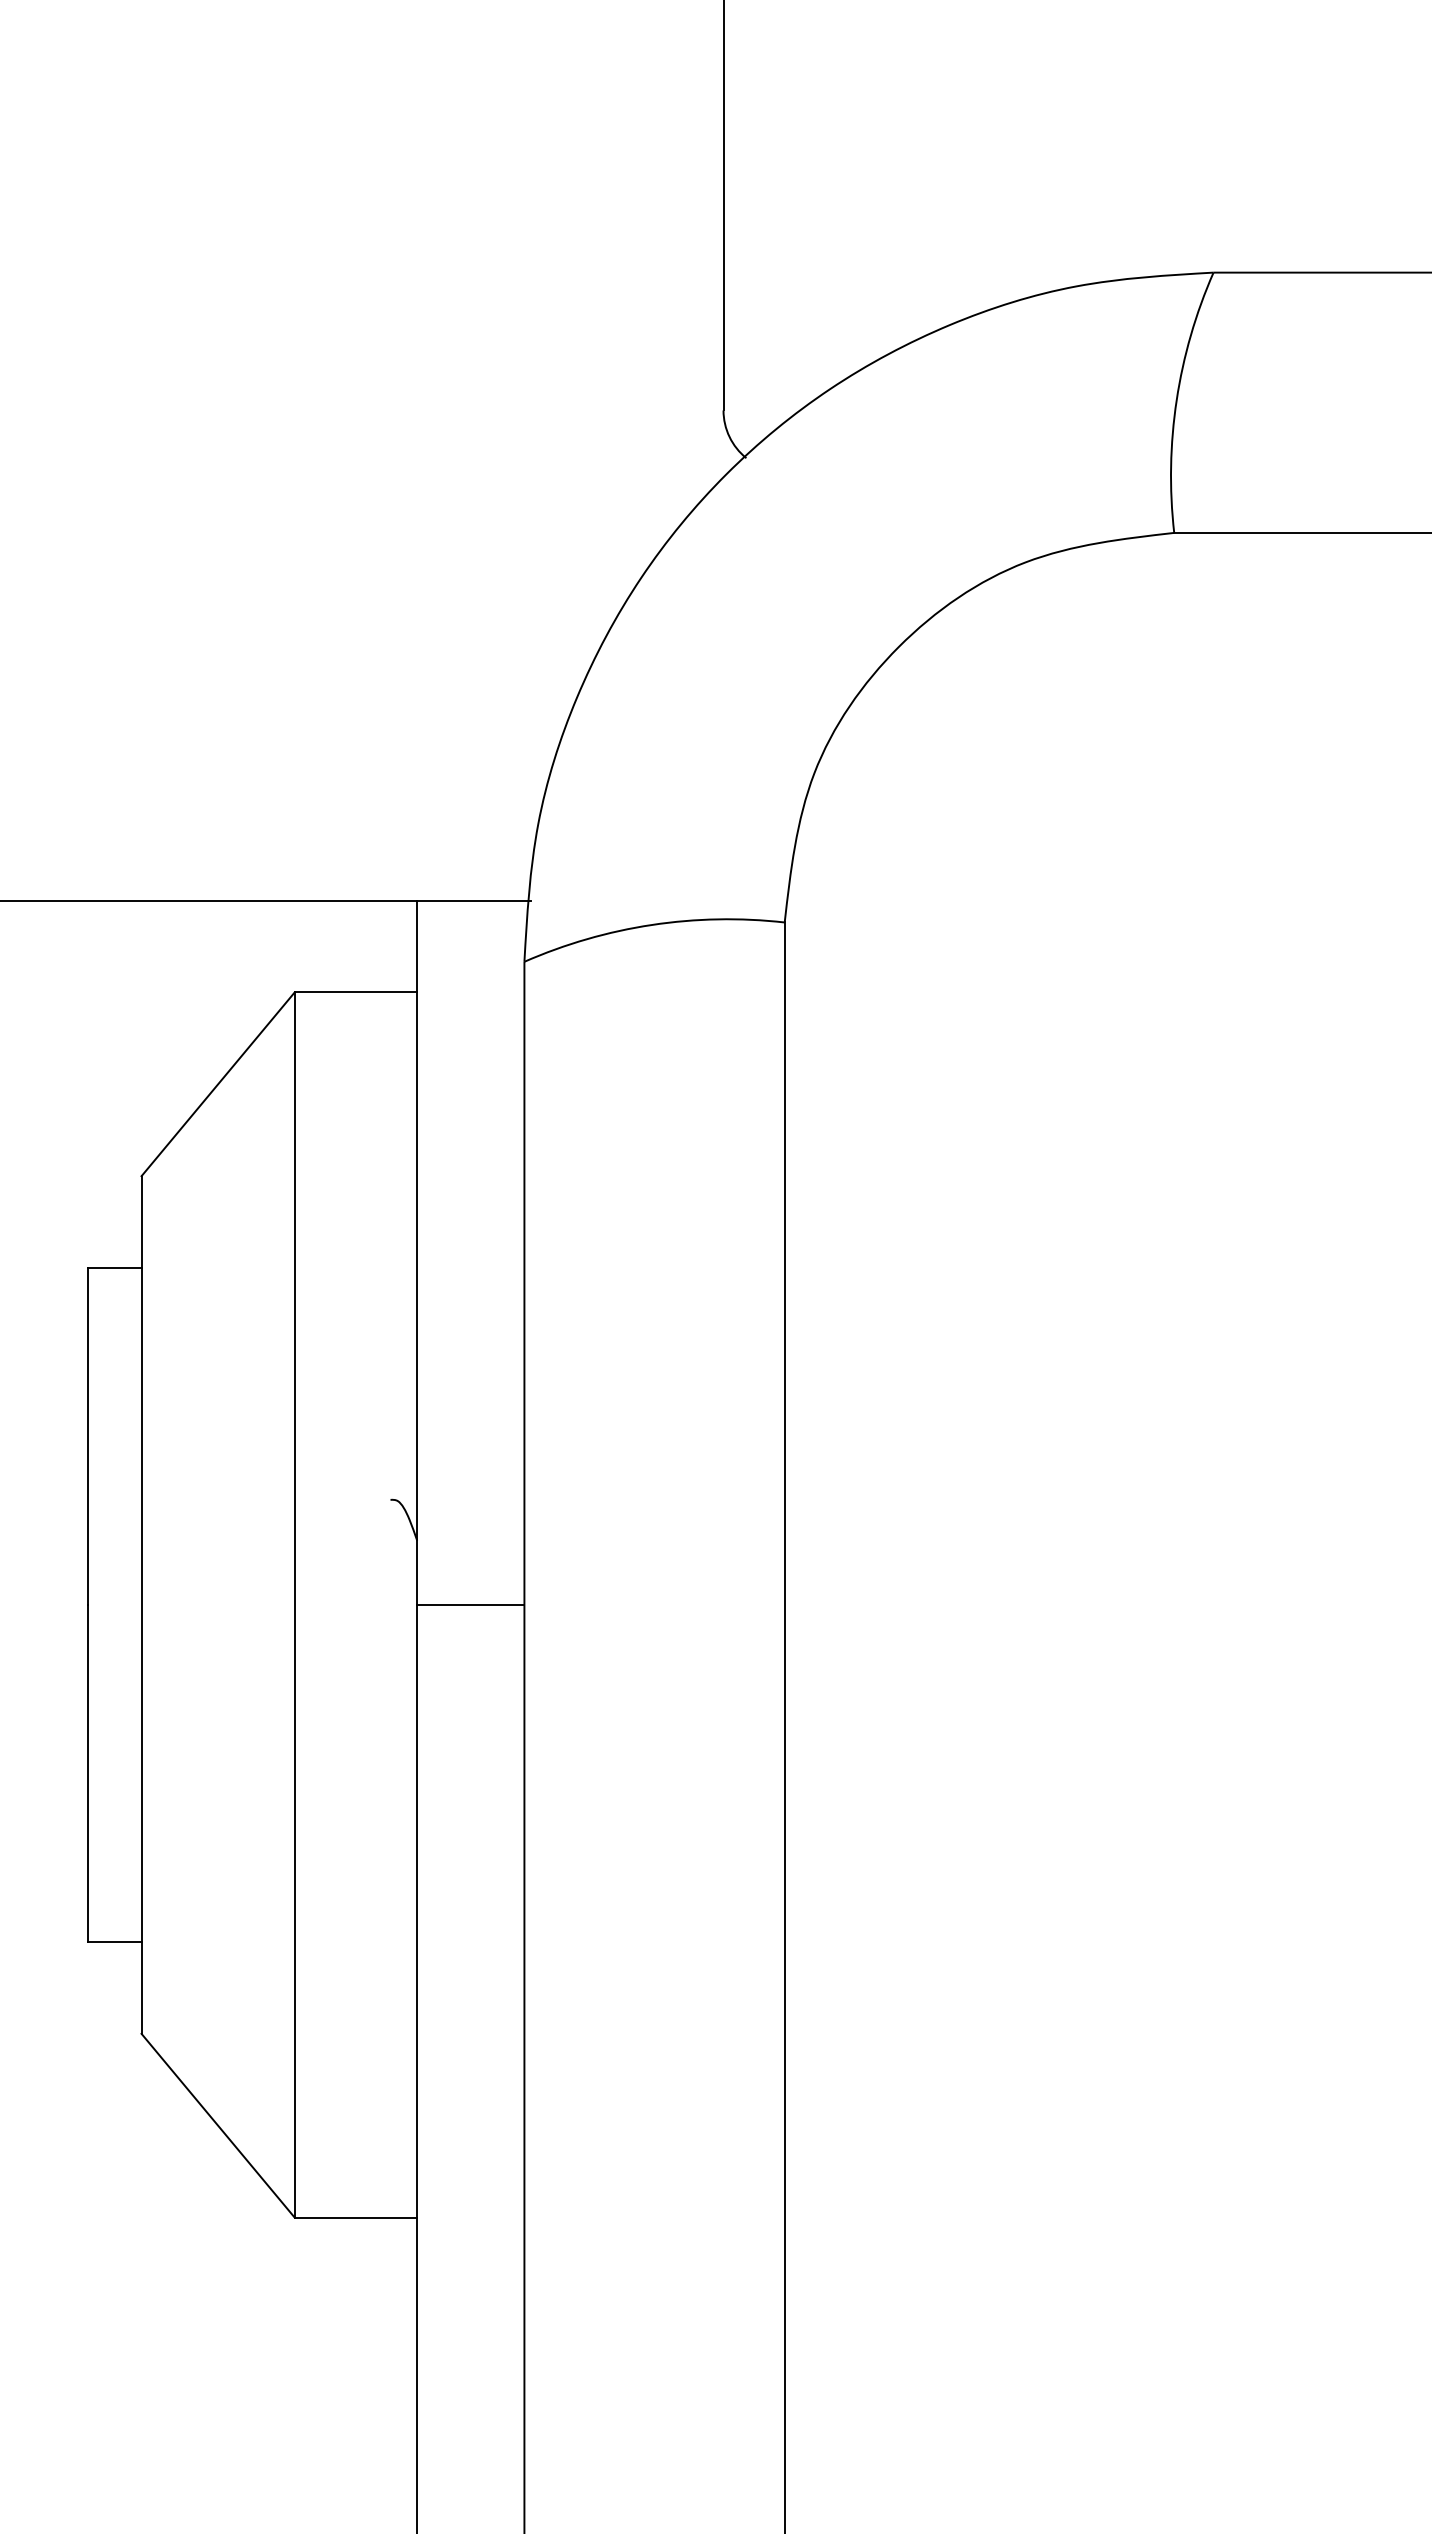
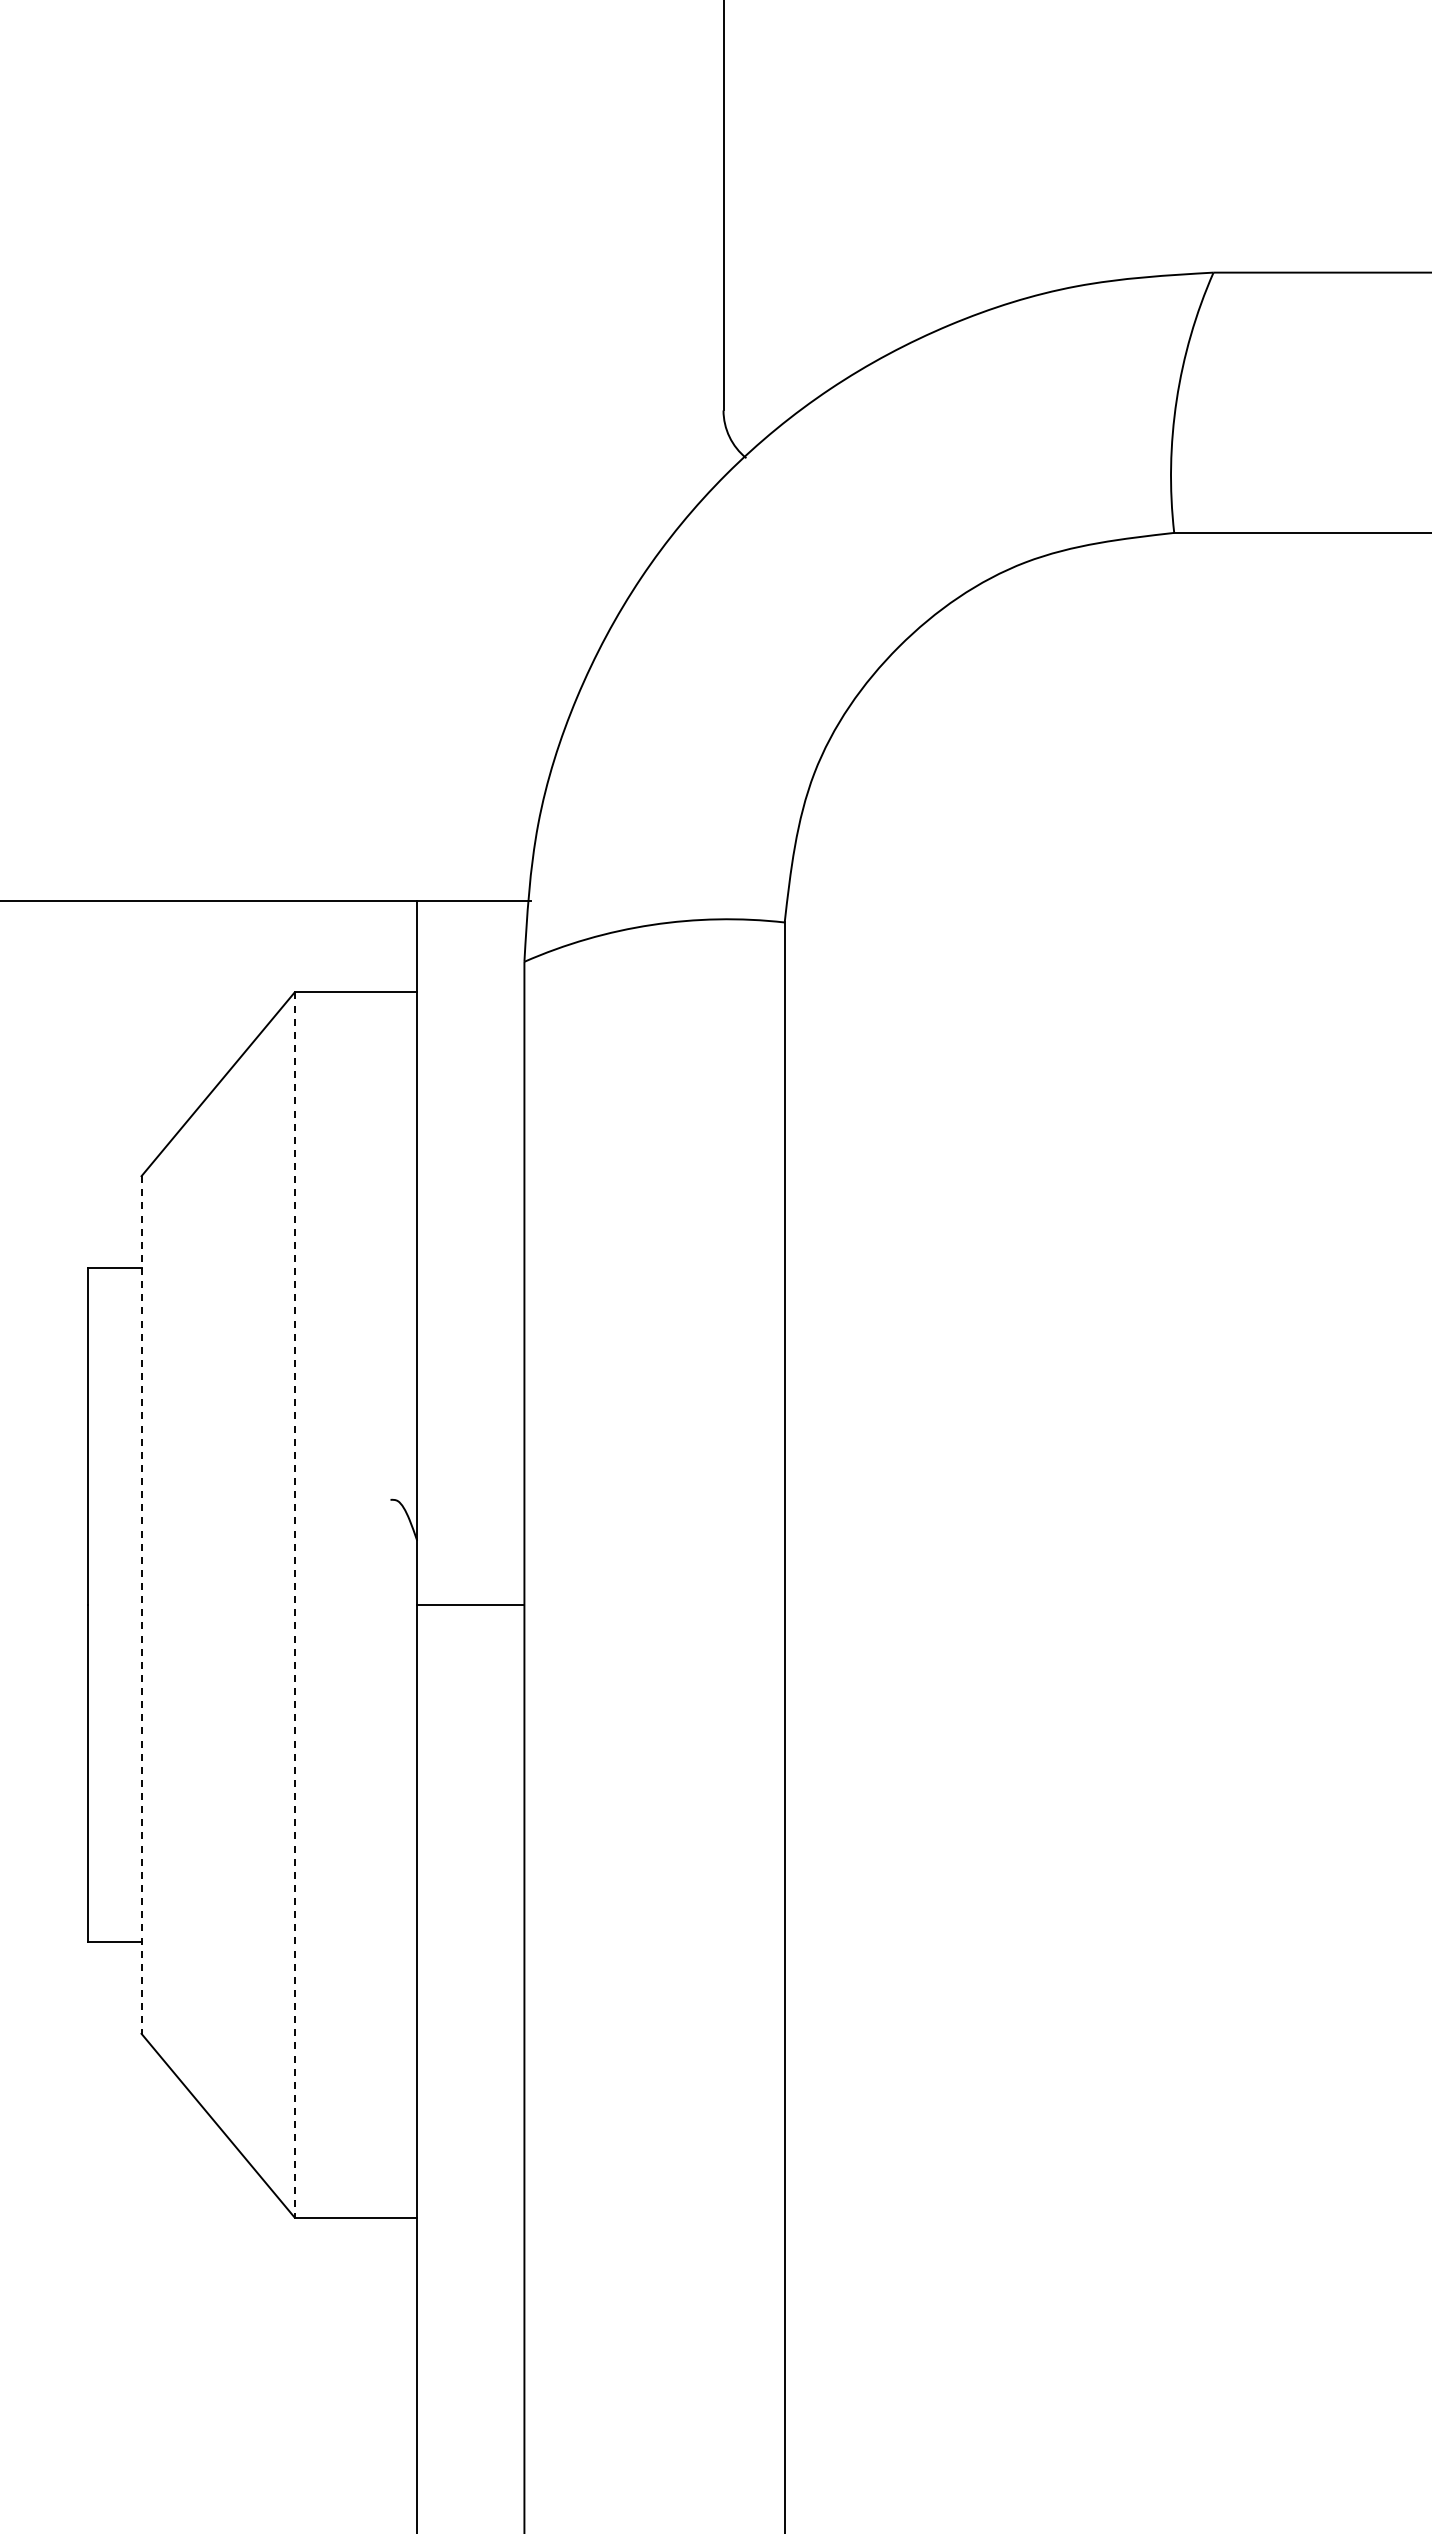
line at (141, 1605): solid -> dashed
line at (294, 1605): solid -> dashed
